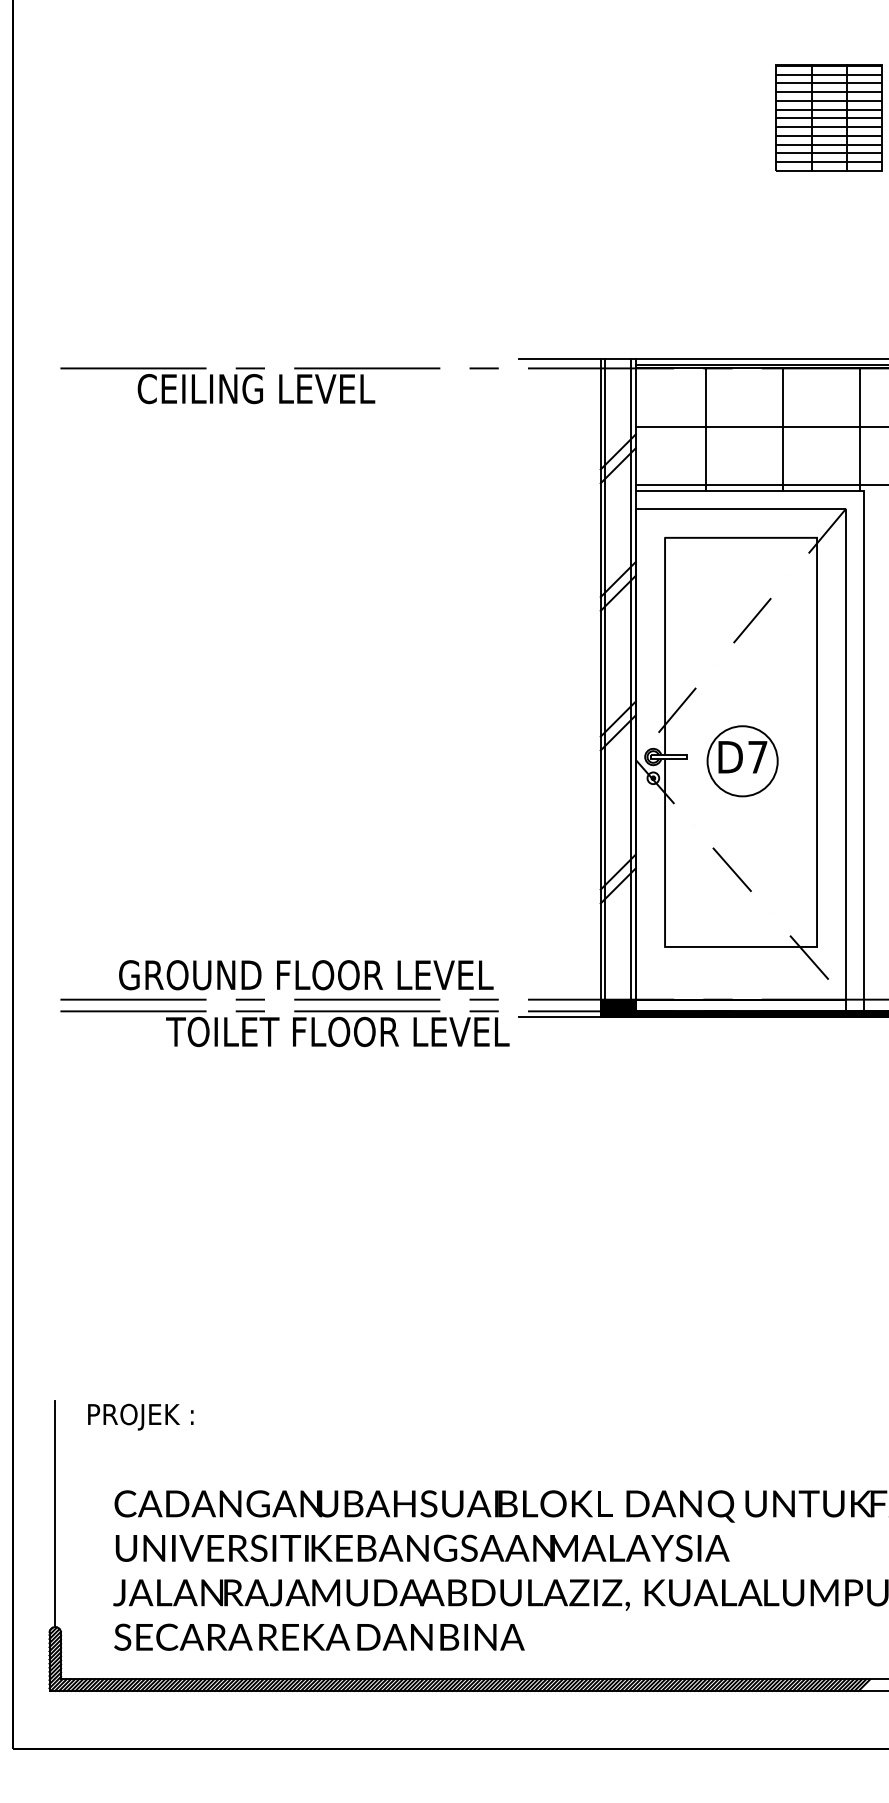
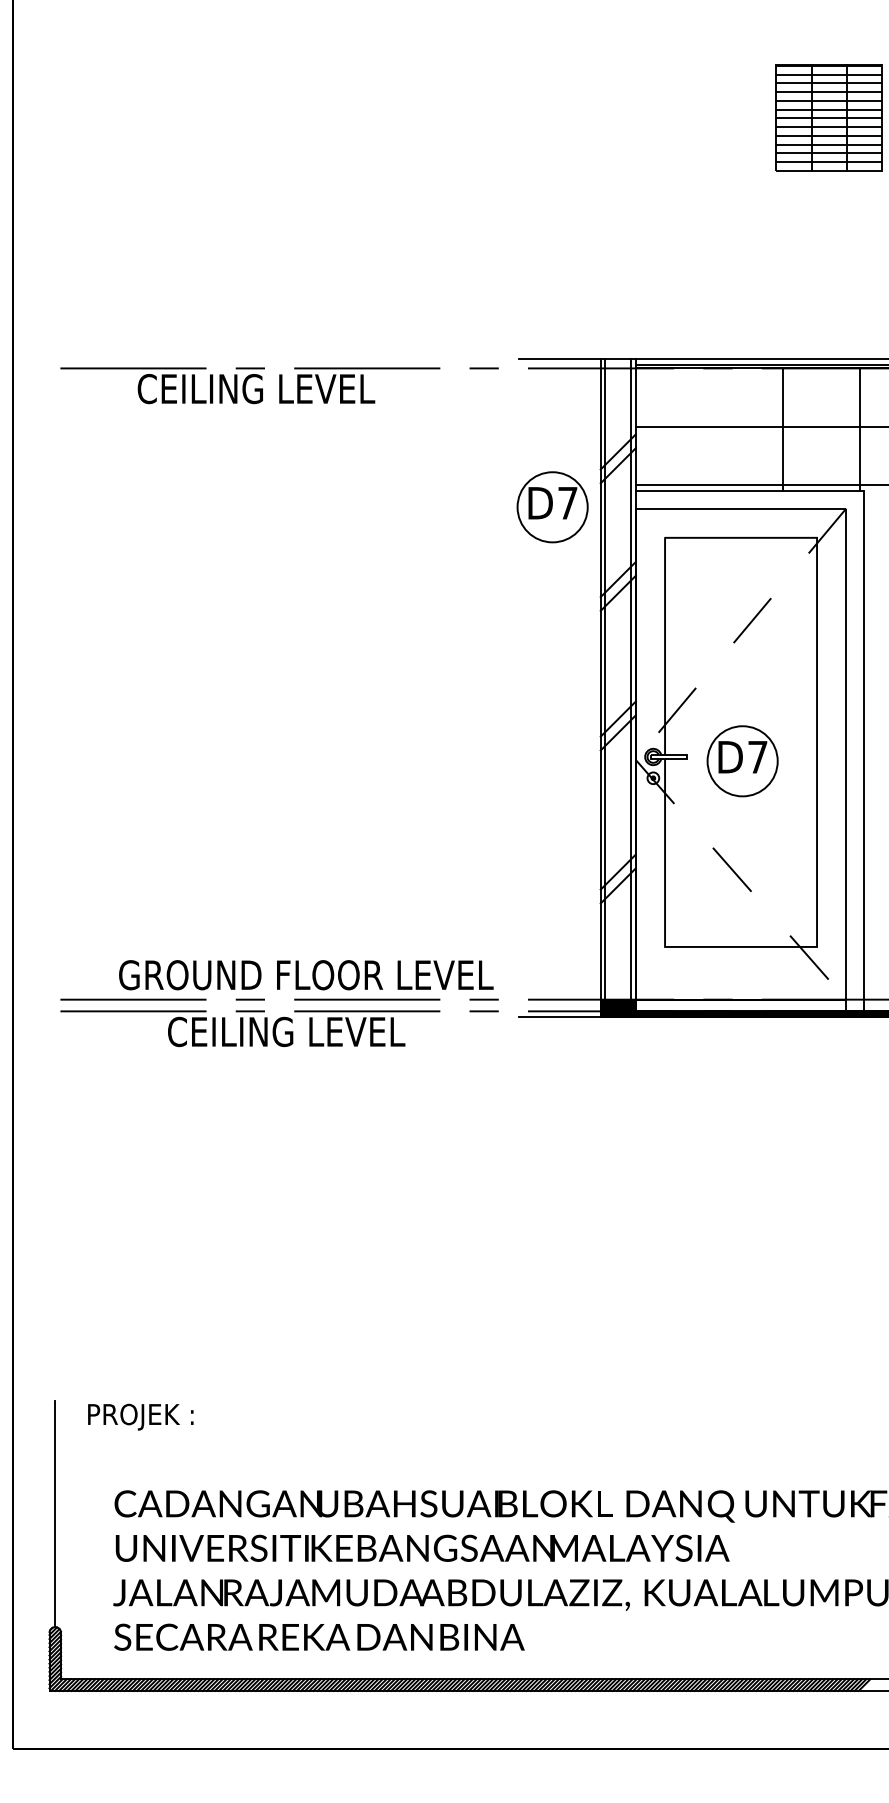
line at (706, 429): present -> none
part at (552, 507): none -> present
text at (337, 1031): TOILET FLOOR LEVEL -> CEILING LEVEL
